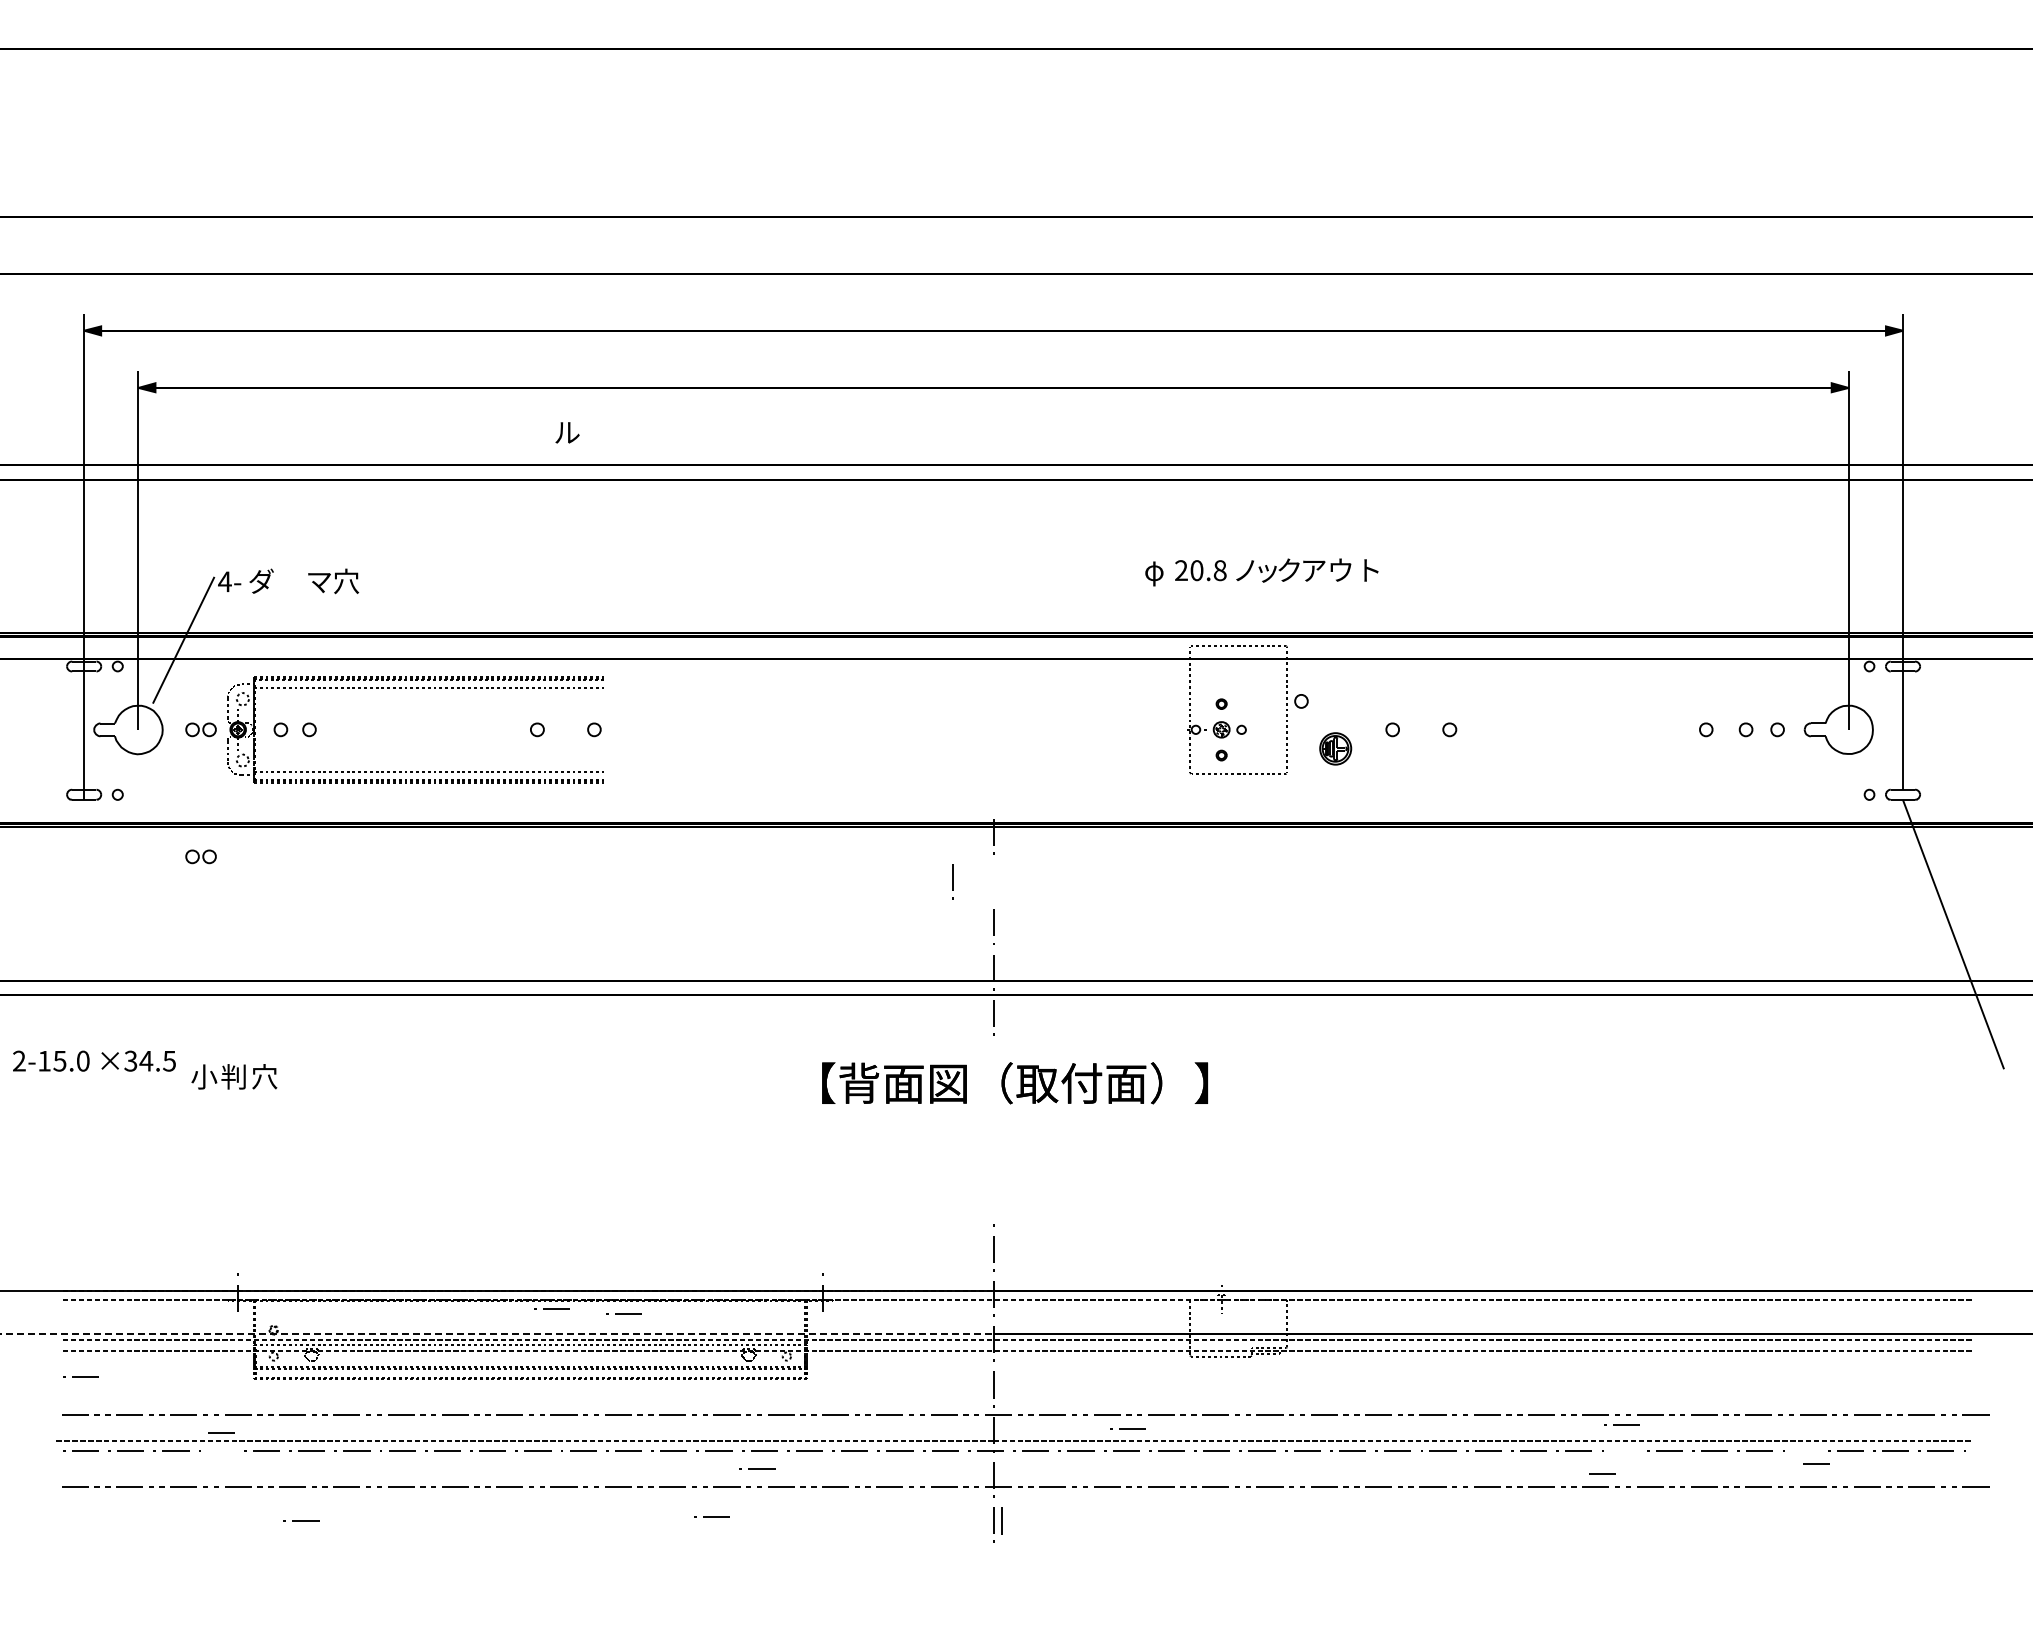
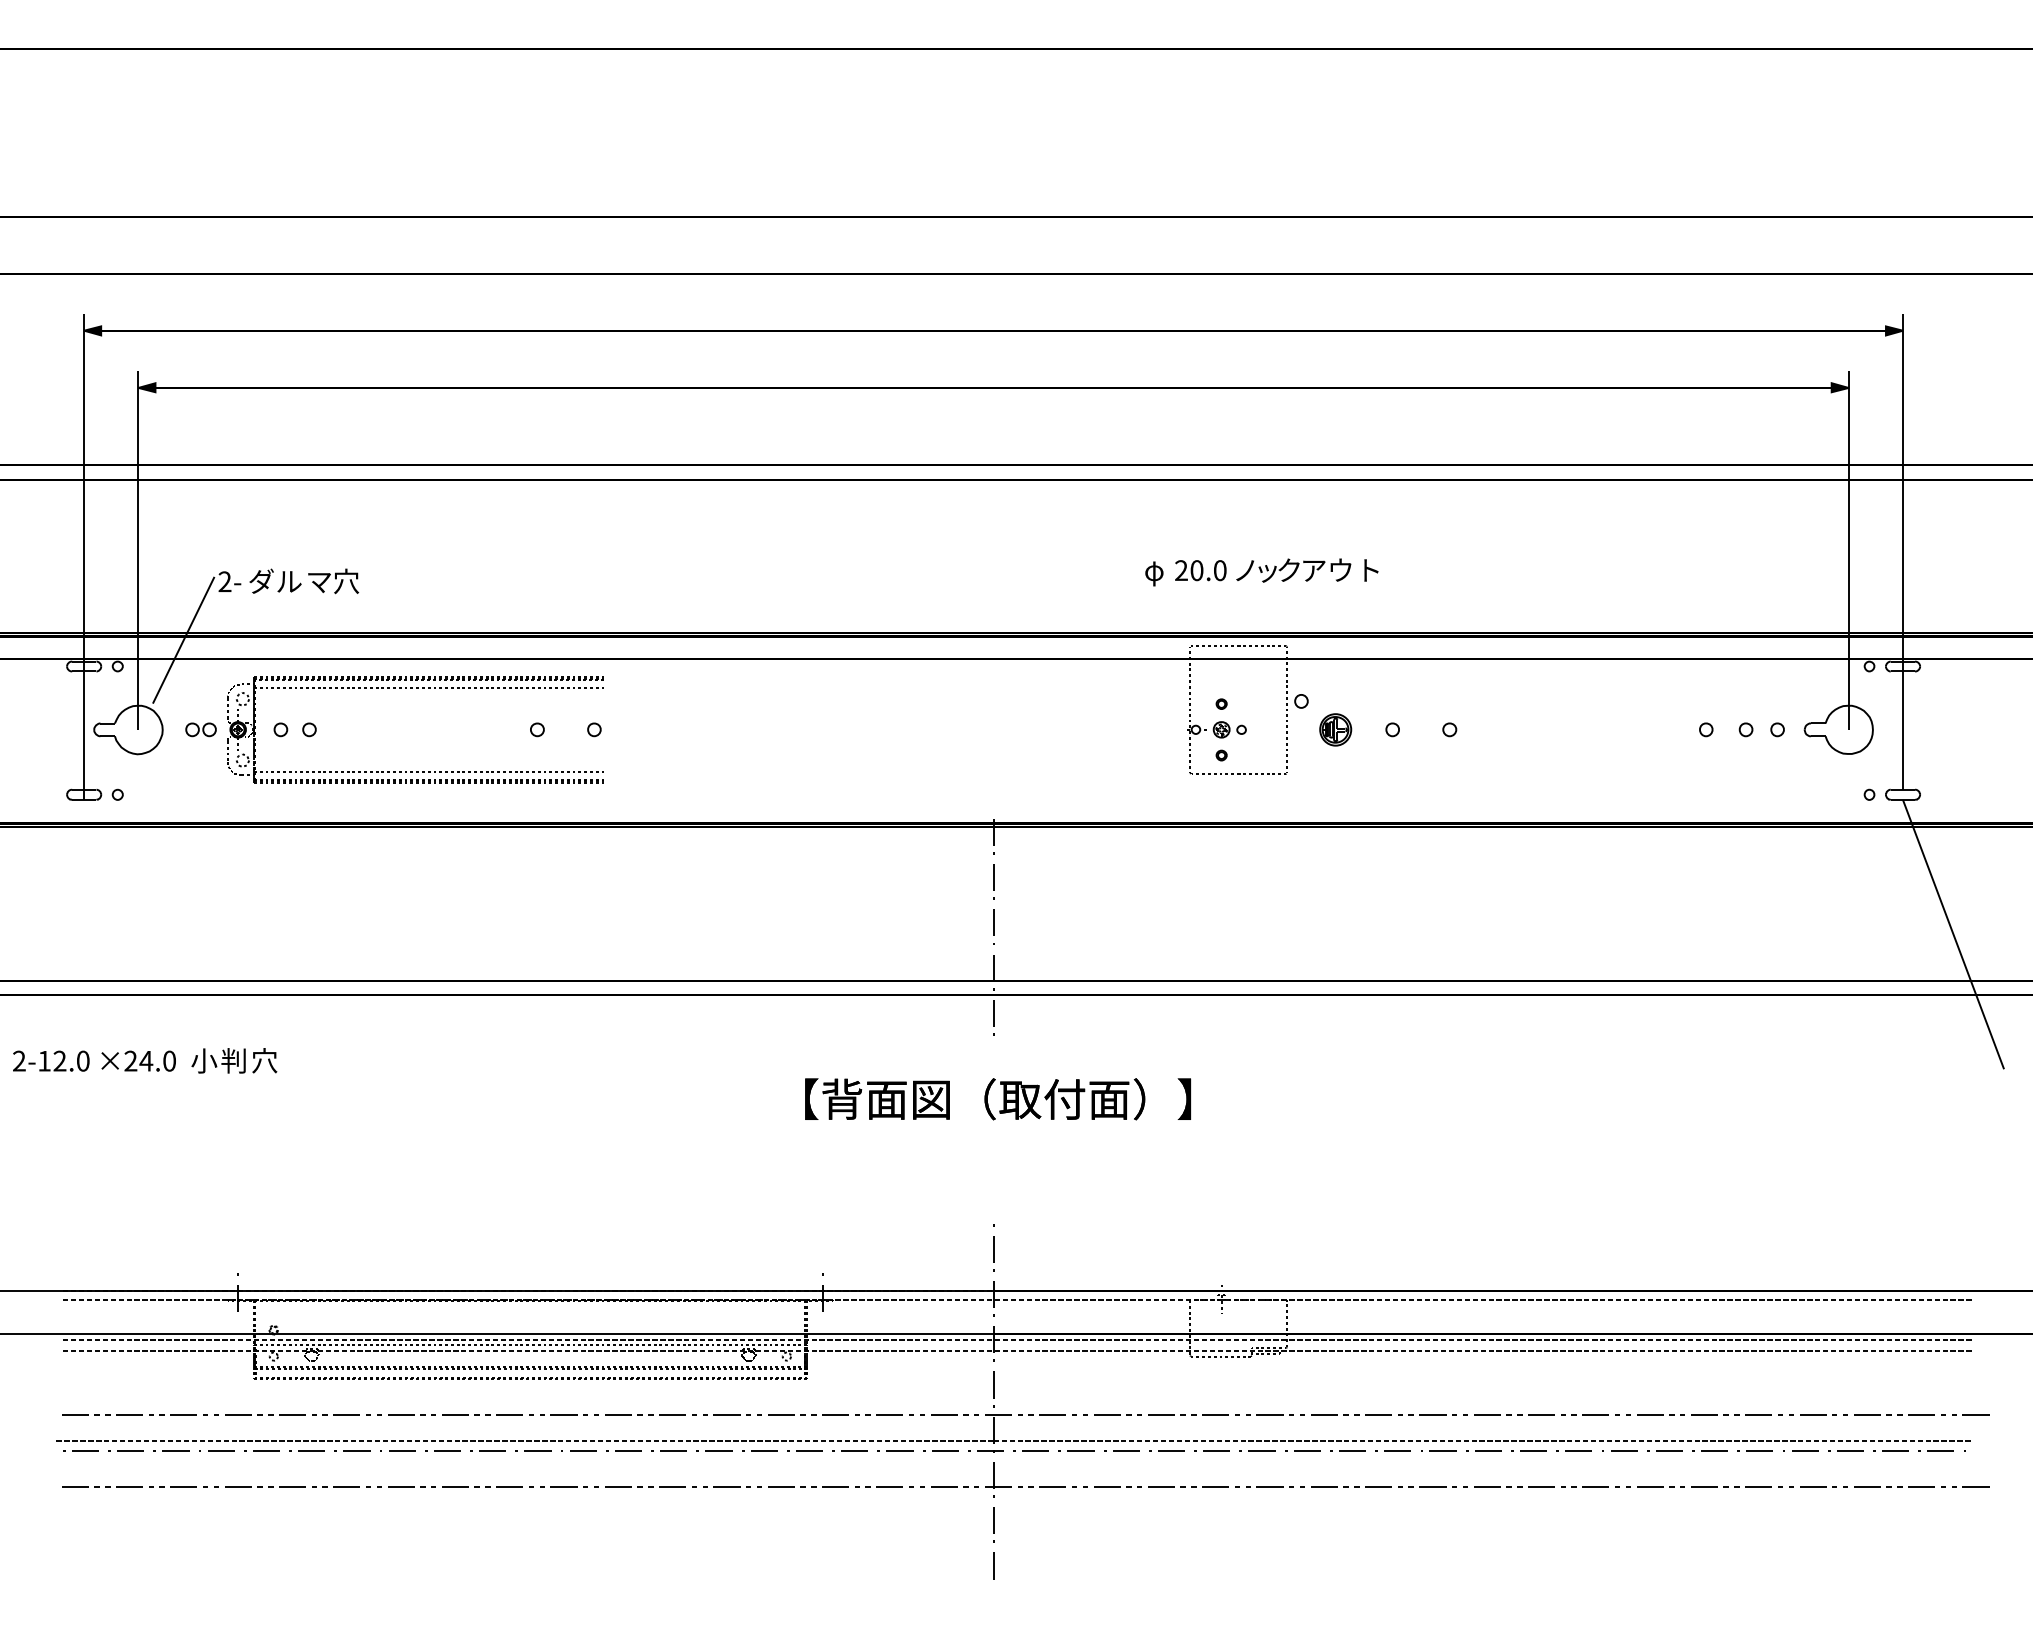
text at (567, 432) position: (567, 432) -> (289, 581)
text at (1219, 570): 20.8 -> 20.0
text at (224, 581): 4- -> 2-
part at (1335, 748) position: (1335, 748) -> (1335, 729)
part at (200, 856): present -> none
line at (952, 881) position: (952, 881) -> (993, 881)
text at (59, 1060): 2-15.0 -> 2-12.0
text at (149, 1060): 34.5 -> 24.0
text at (234, 1076) position: (234, 1076) -> (234, 1060)
text at (1014, 1083) position: (1014, 1083) -> (997, 1099)
line at (551, 1308): present -> none
line at (623, 1313): present -> none
line at (497, 1333): dashed -> solid
line at (80, 1376): present -> none
line at (1621, 1424): present -> none
line at (1127, 1428): present -> none
line at (221, 1432) position: (221, 1432) -> (221, 1450)
line at (1816, 1463) position: (1816, 1463) -> (1805, 1450)
line at (757, 1468): present -> none
line at (1602, 1473) position: (1602, 1473) -> (1624, 1450)
line at (711, 1516): present -> none
line at (301, 1520): present -> none
line at (1001, 1520) position: (1001, 1520) -> (993, 1565)
